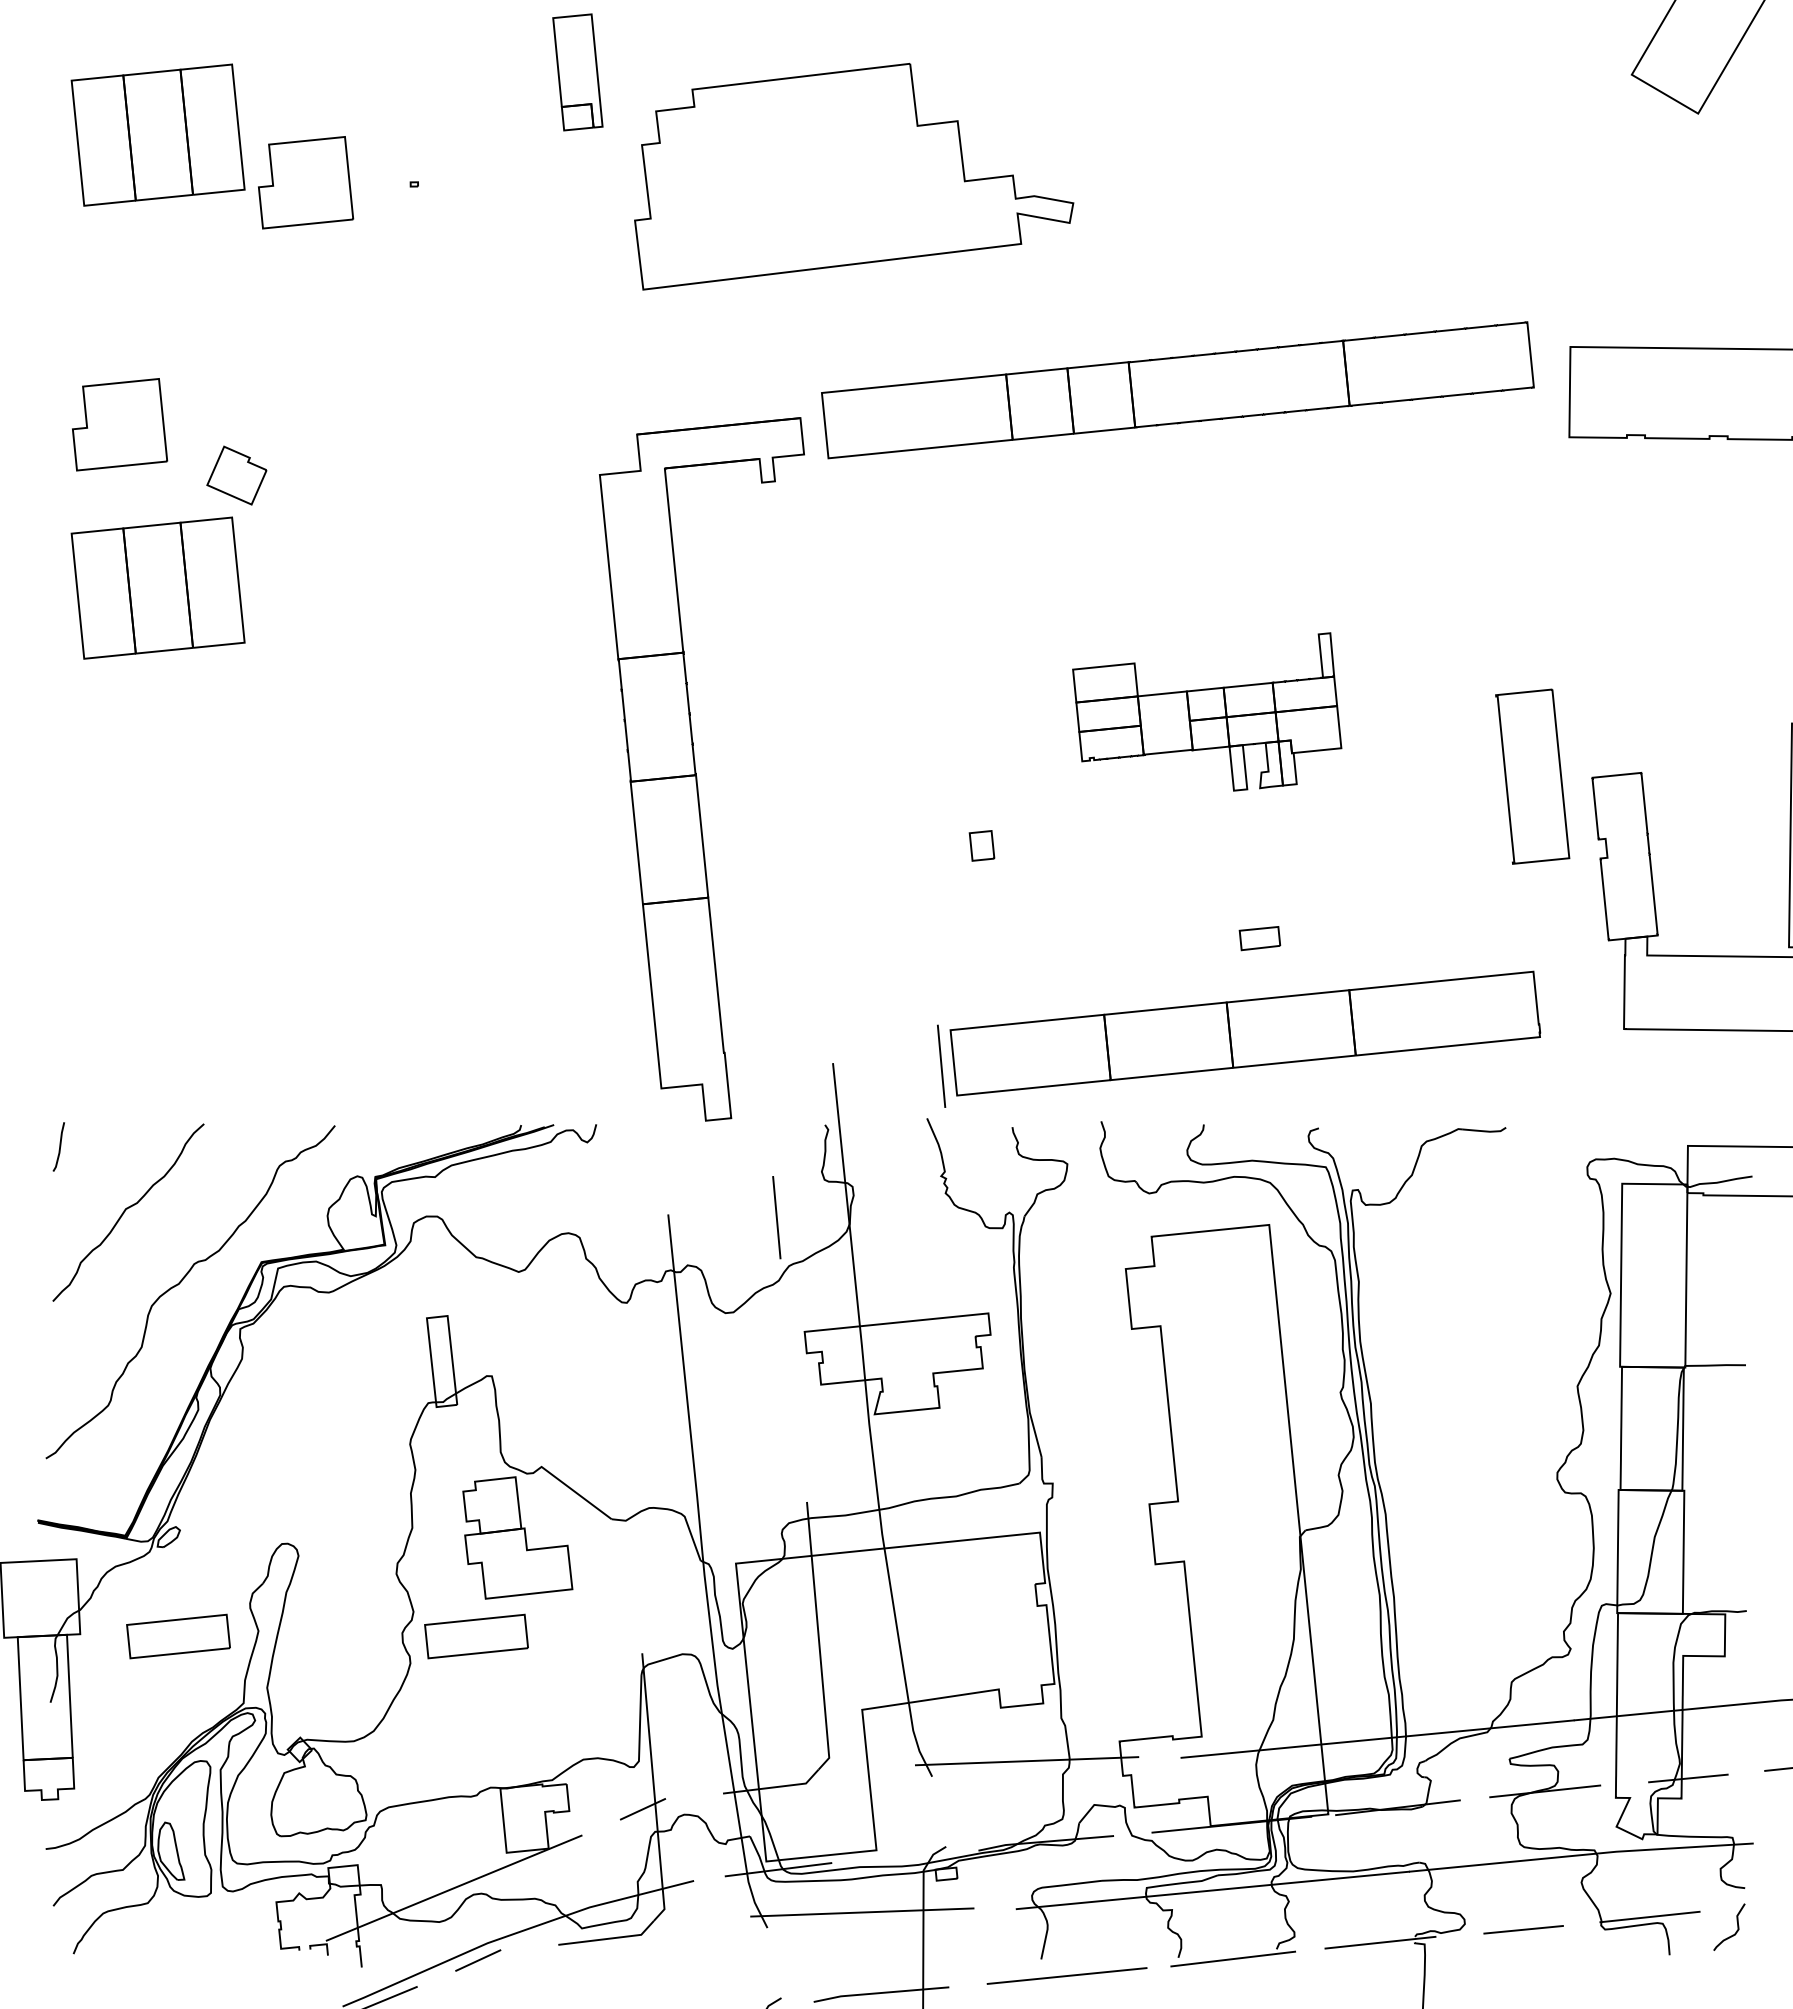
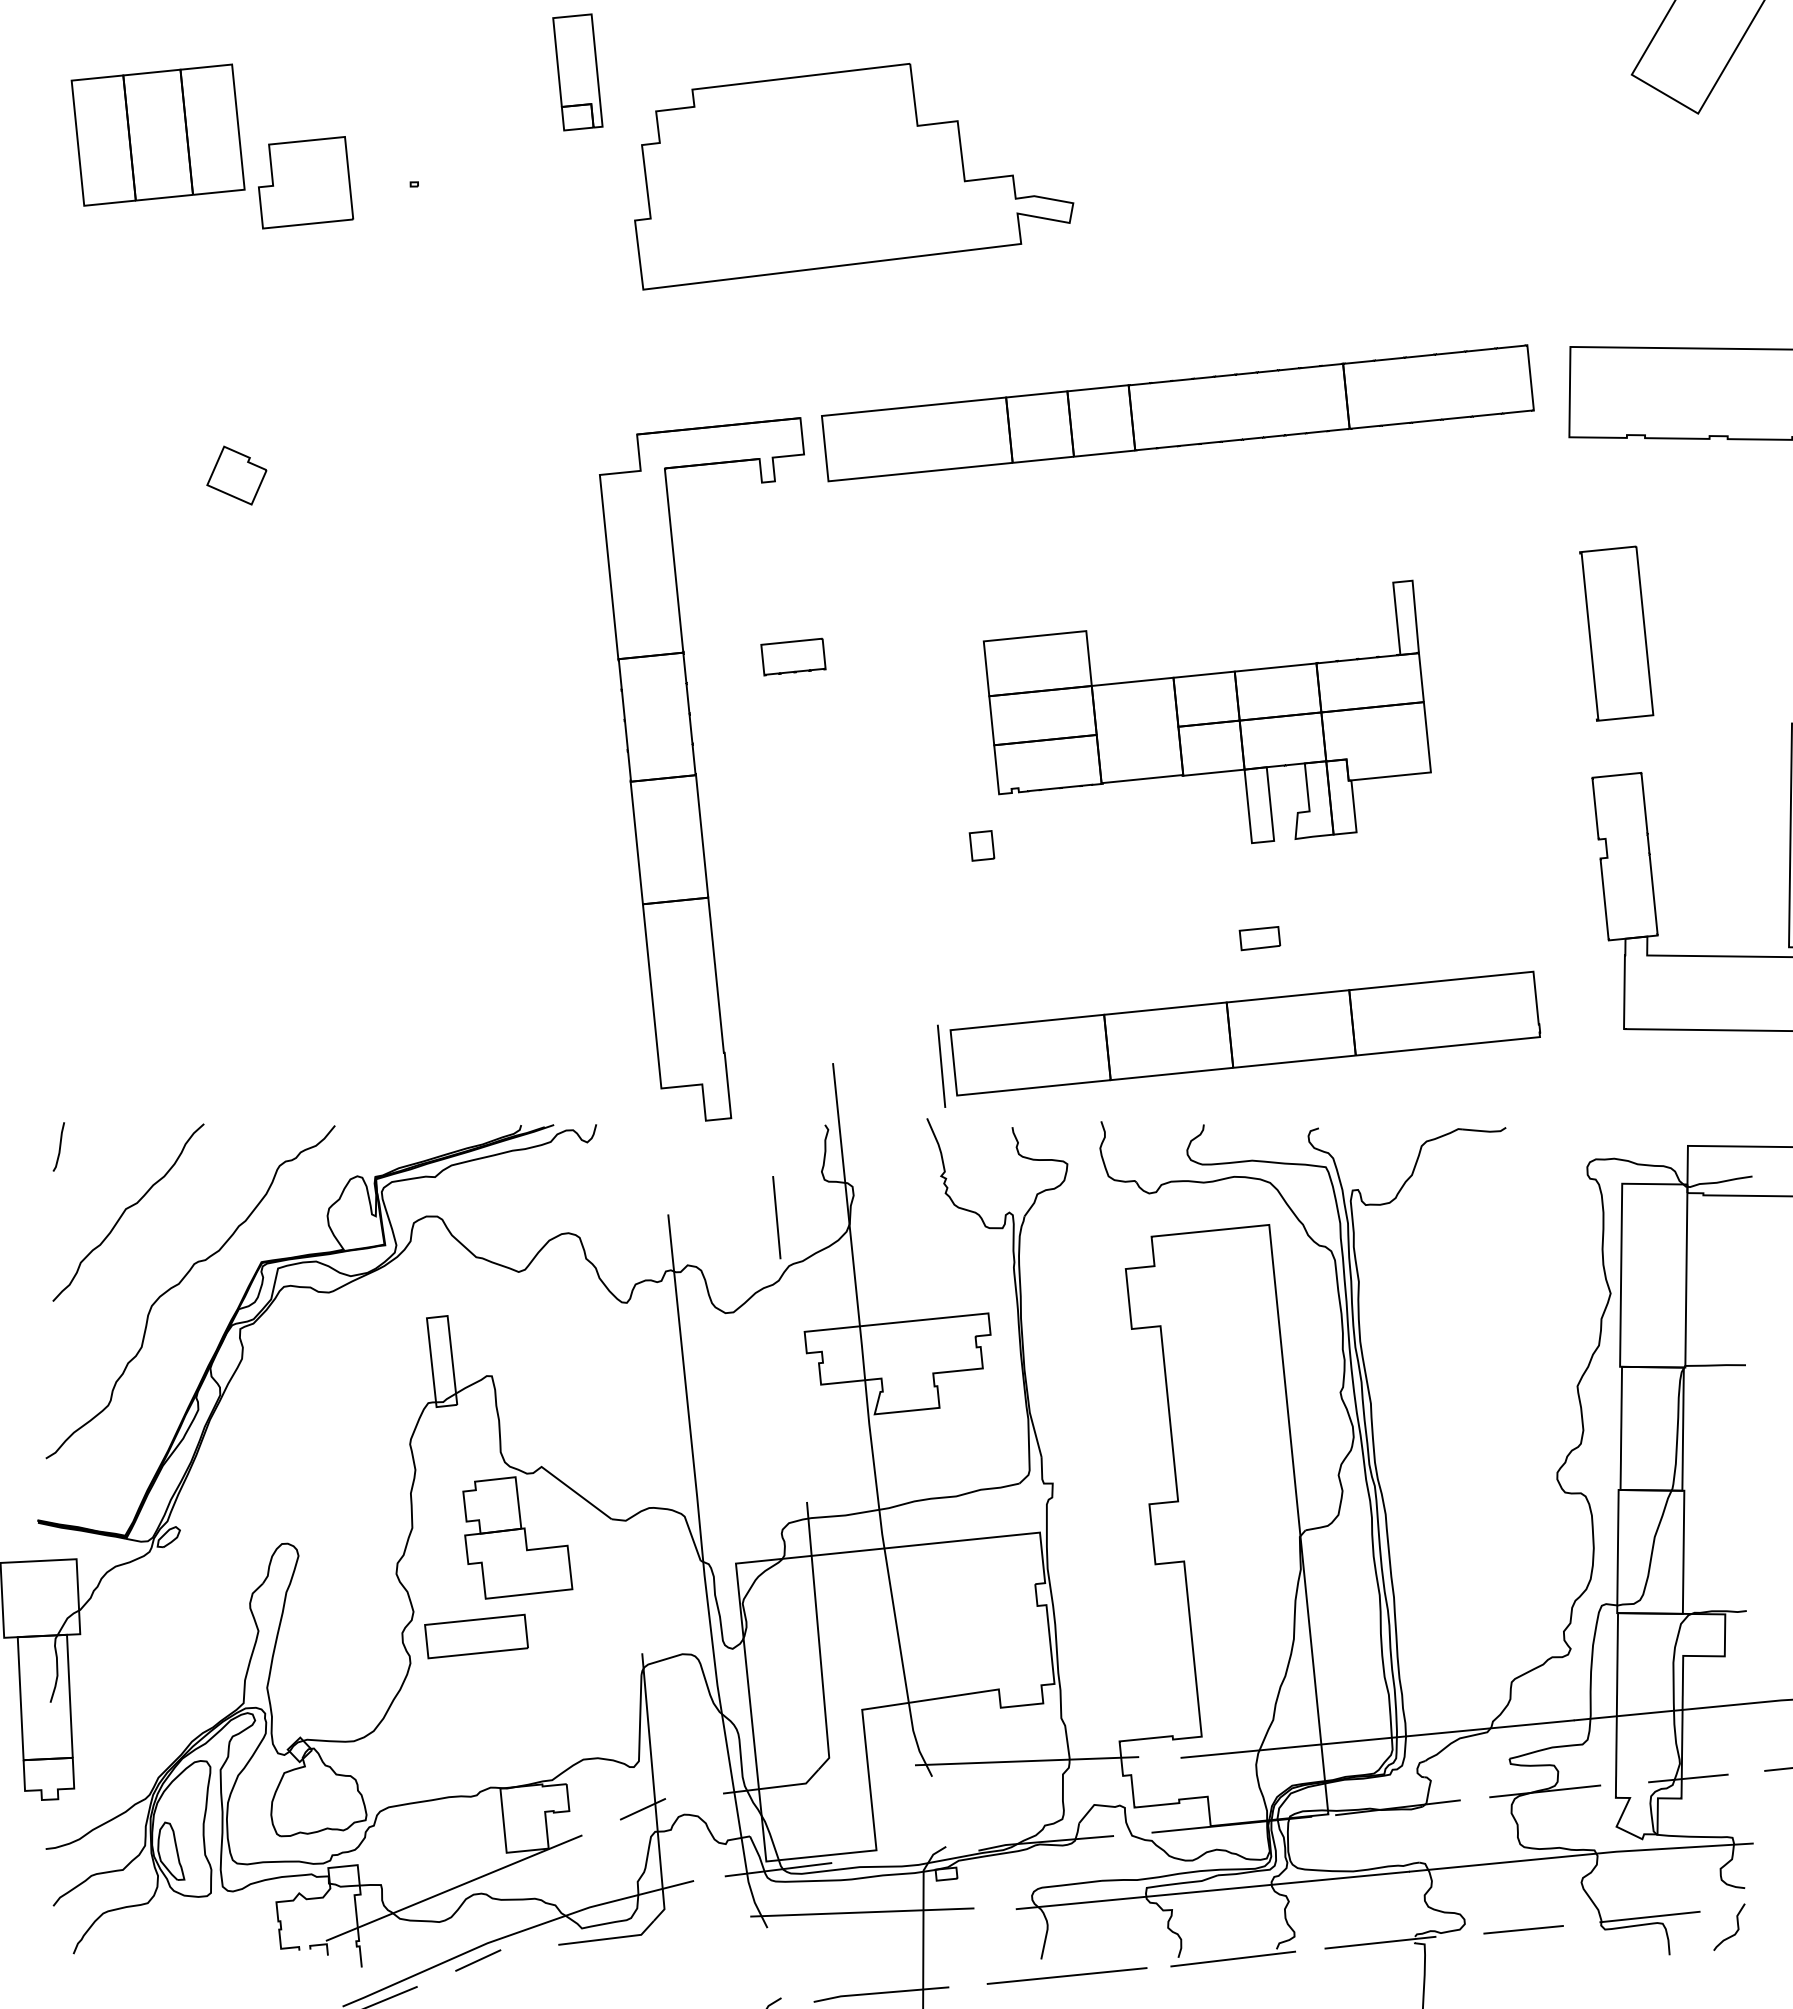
part at (1177, 390) position: (1177, 390) -> (1177, 413)
part at (120, 424): present -> none
part at (157, 587): present -> none
part at (793, 656): none -> present
part at (1207, 711) size: 271x160 px -> 450x266 px
part at (1532, 776) position: (1532, 776) -> (1616, 633)
part at (178, 1636): present -> none
